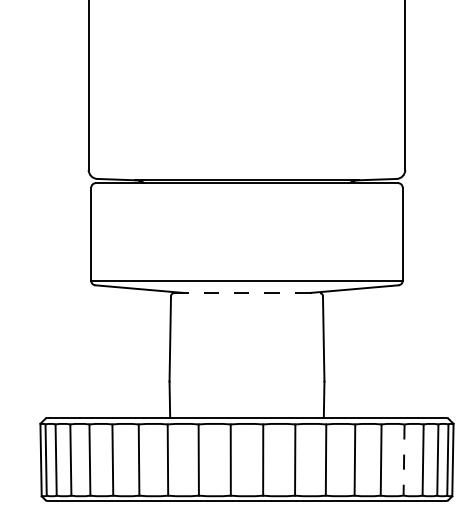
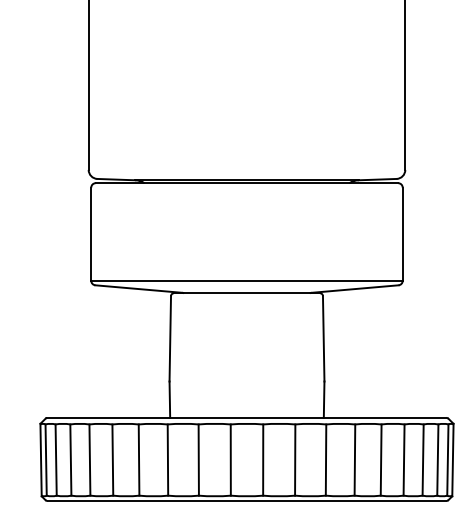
line at (247, 293): dashed -> solid
line at (404, 460): dashed -> solid
